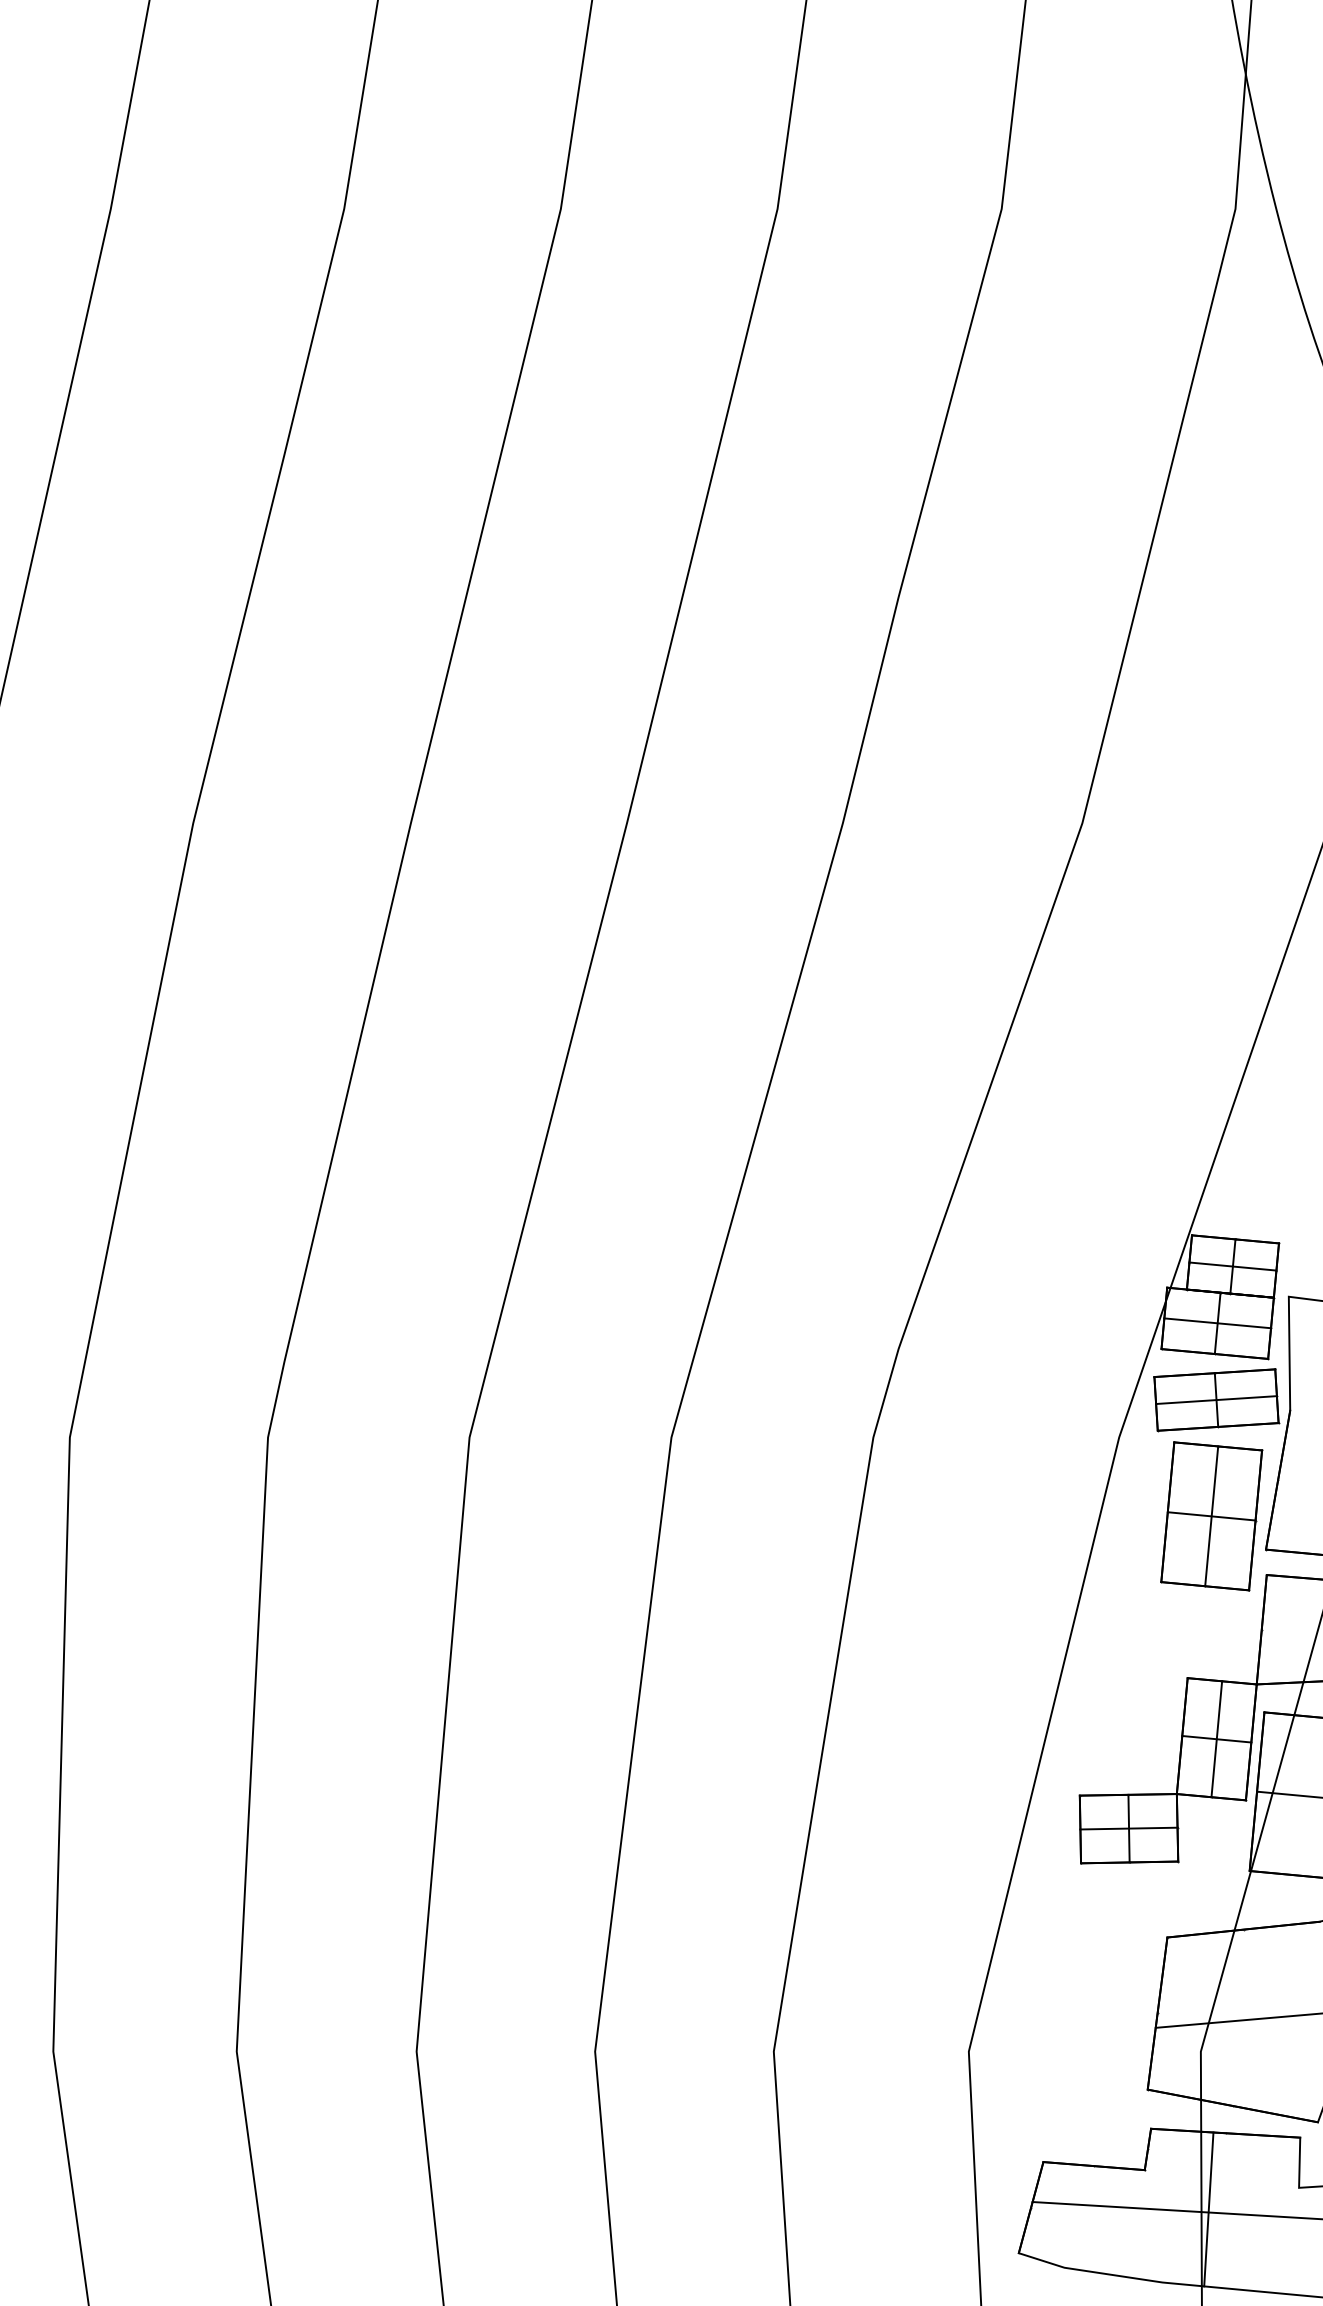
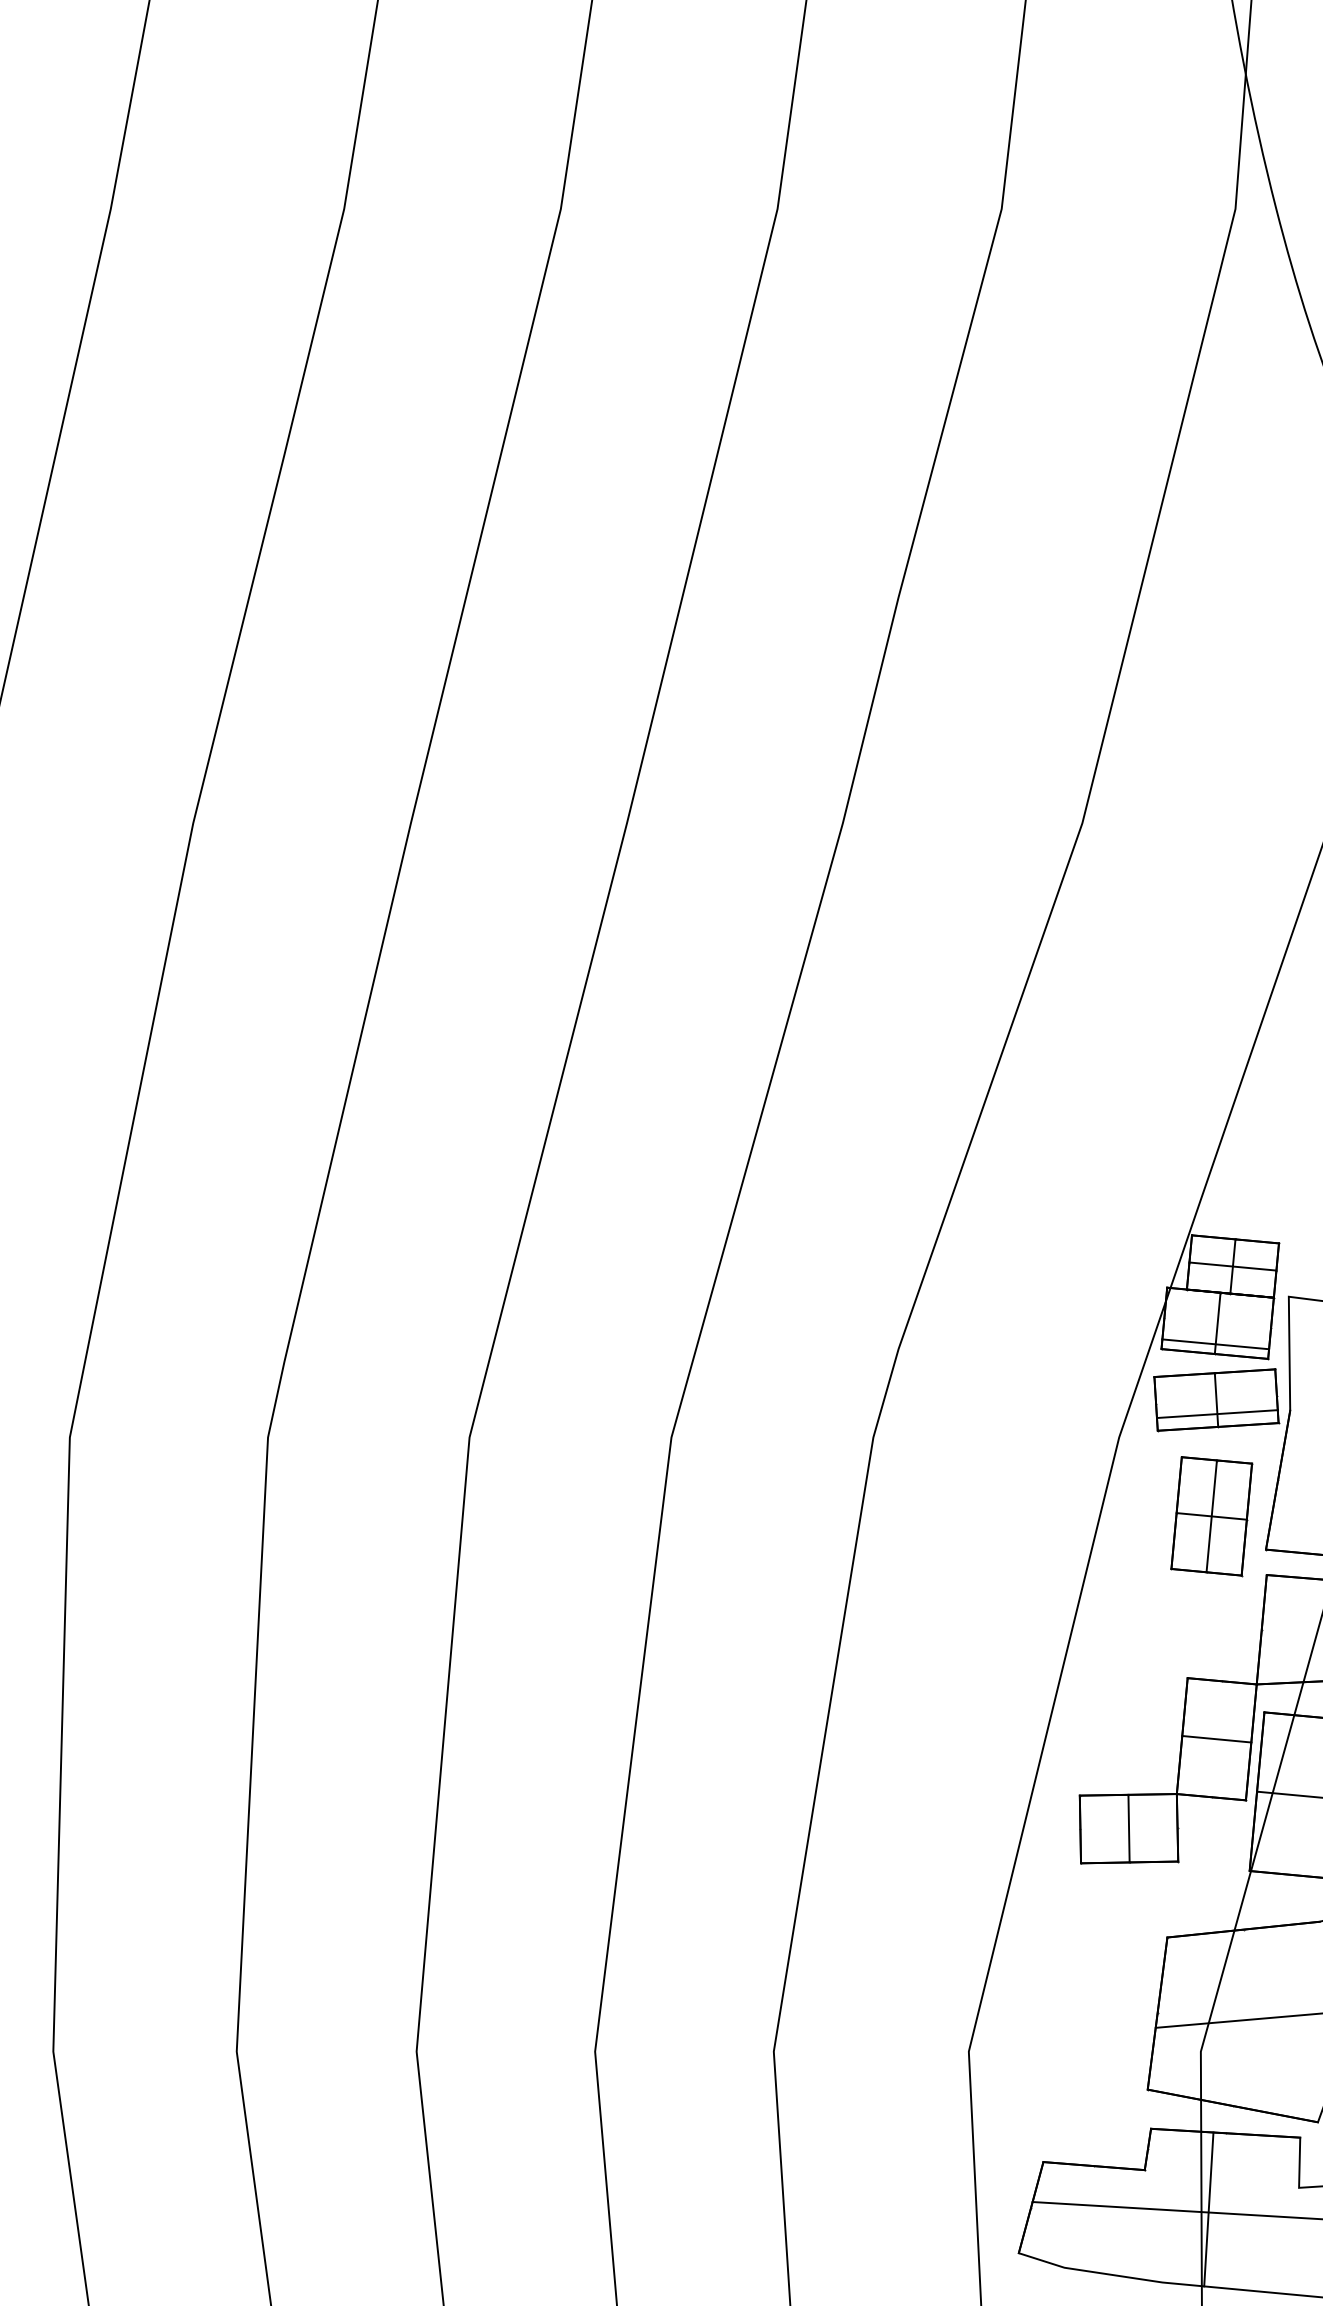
line at (1217, 1323) position: (1217, 1323) -> (1215, 1344)
line at (1216, 1400) position: (1216, 1400) -> (1217, 1414)
part at (1211, 1516) size: 104x151 px -> 84x122 px
line at (1216, 1739): present -> none
line at (1128, 1828): present -> none
